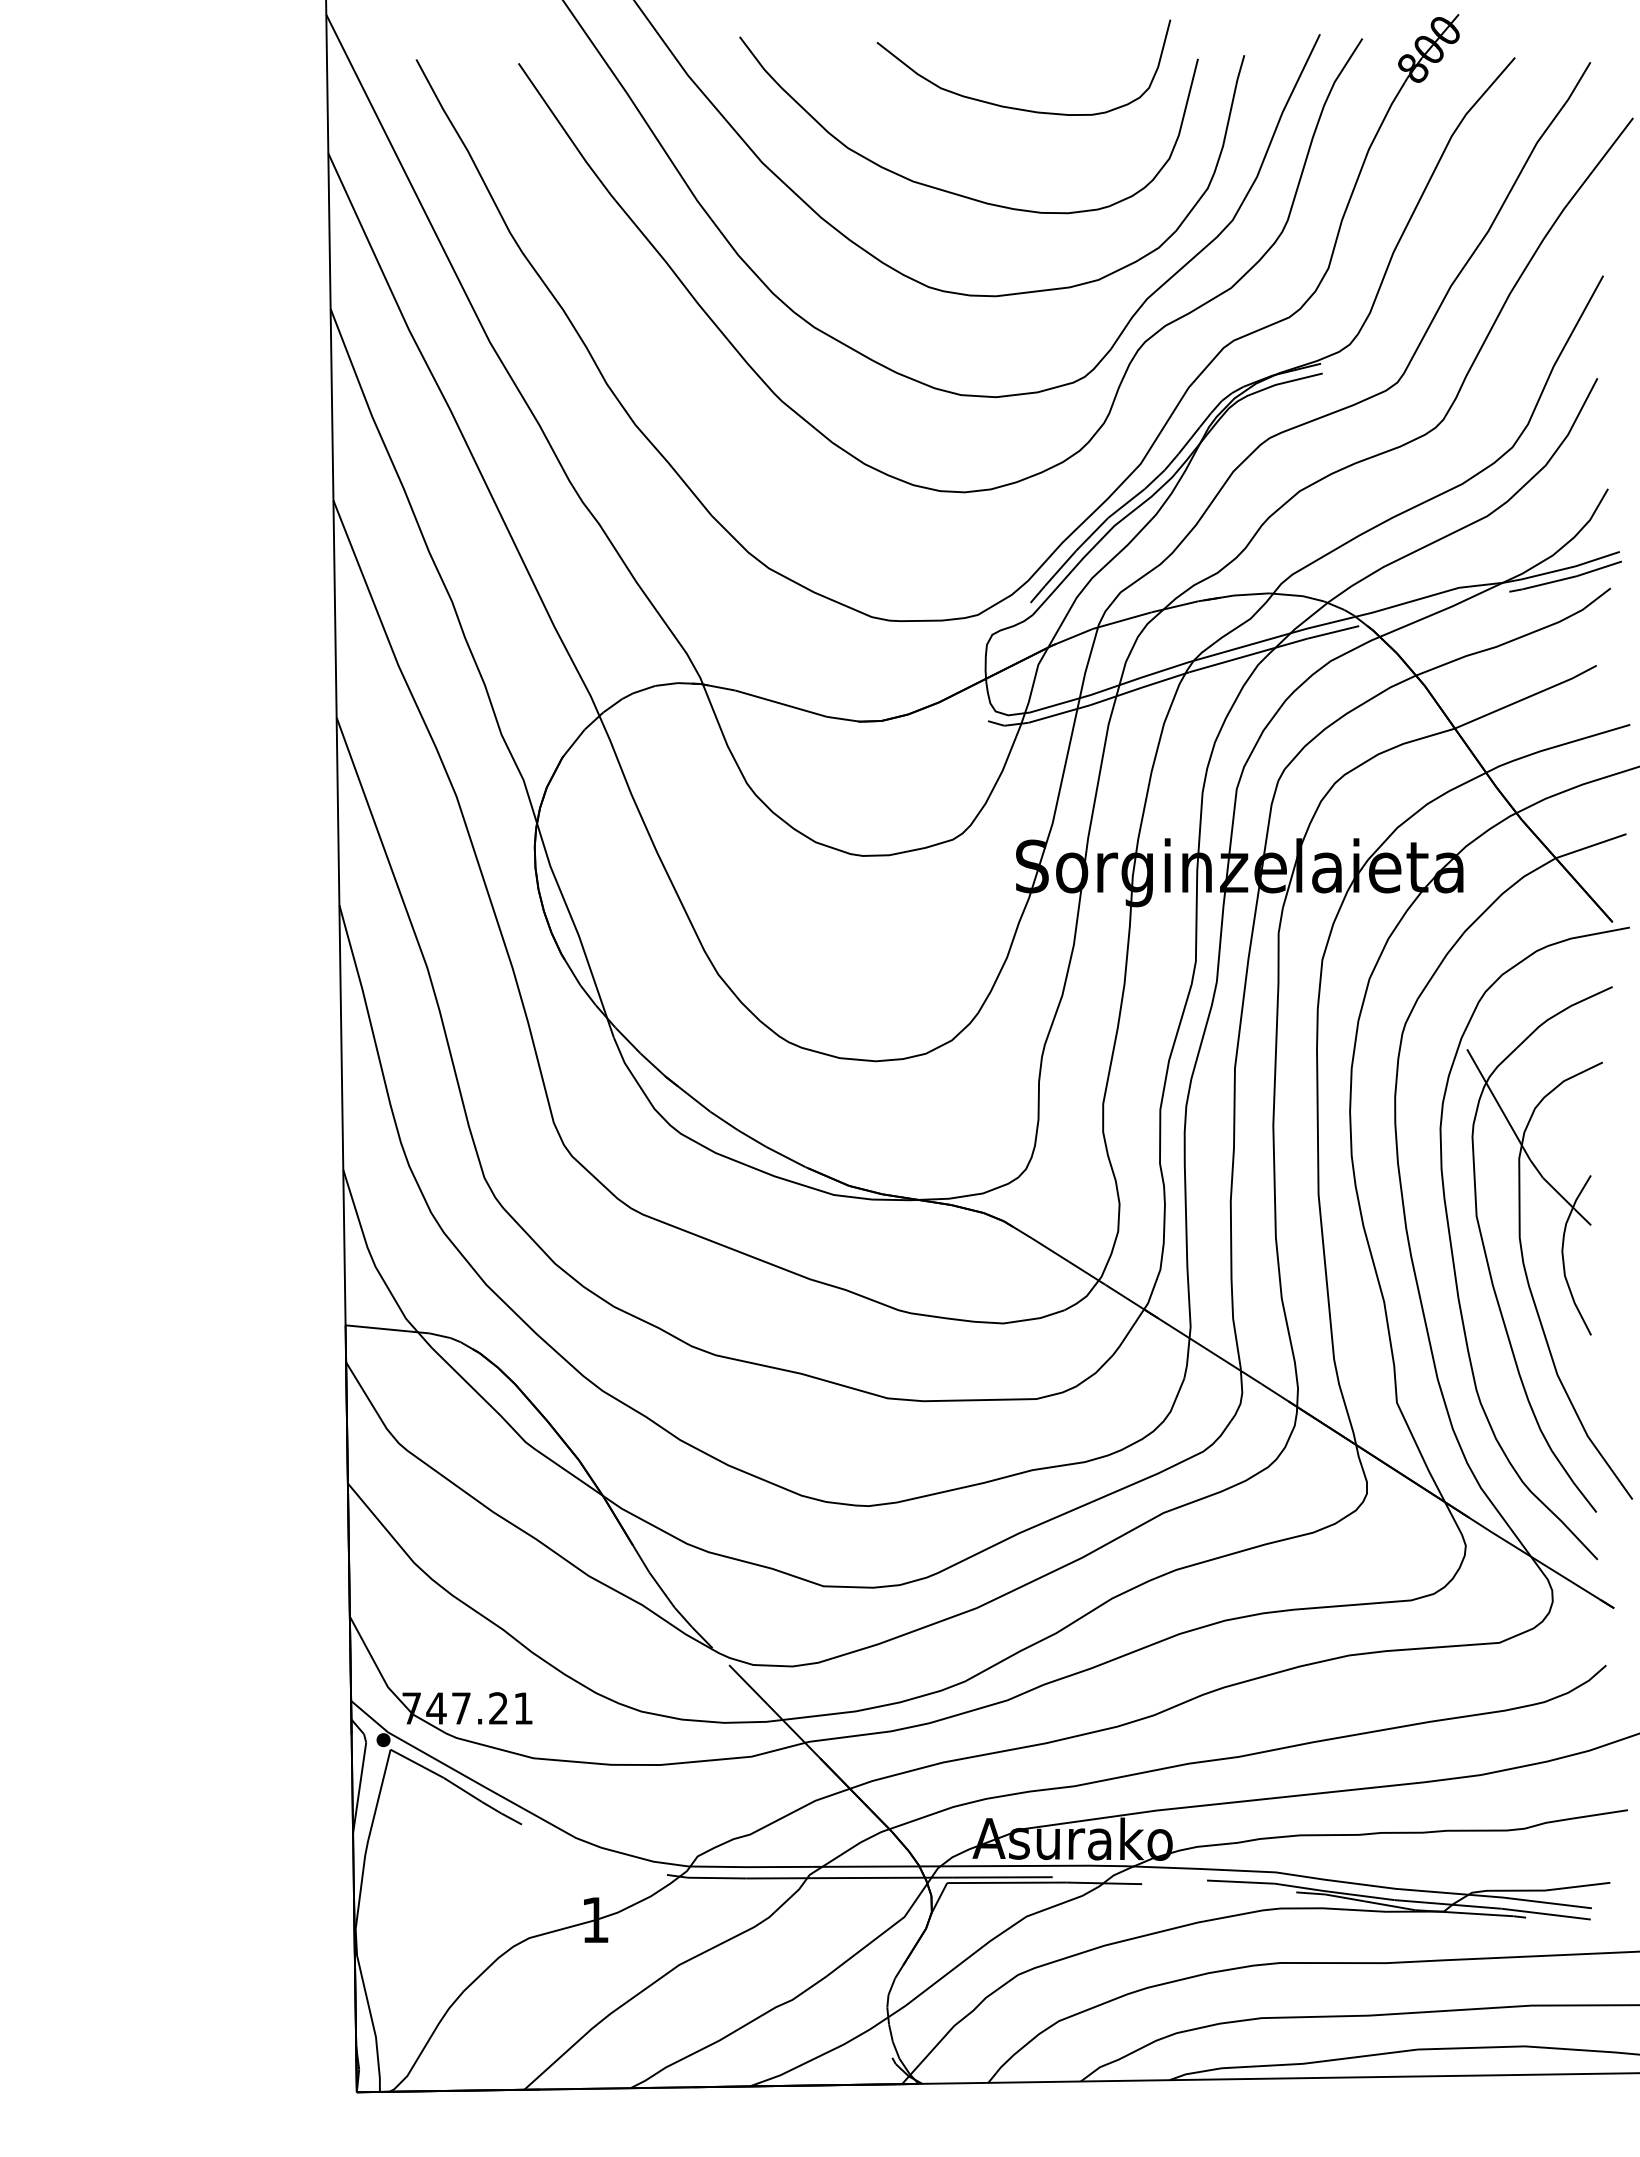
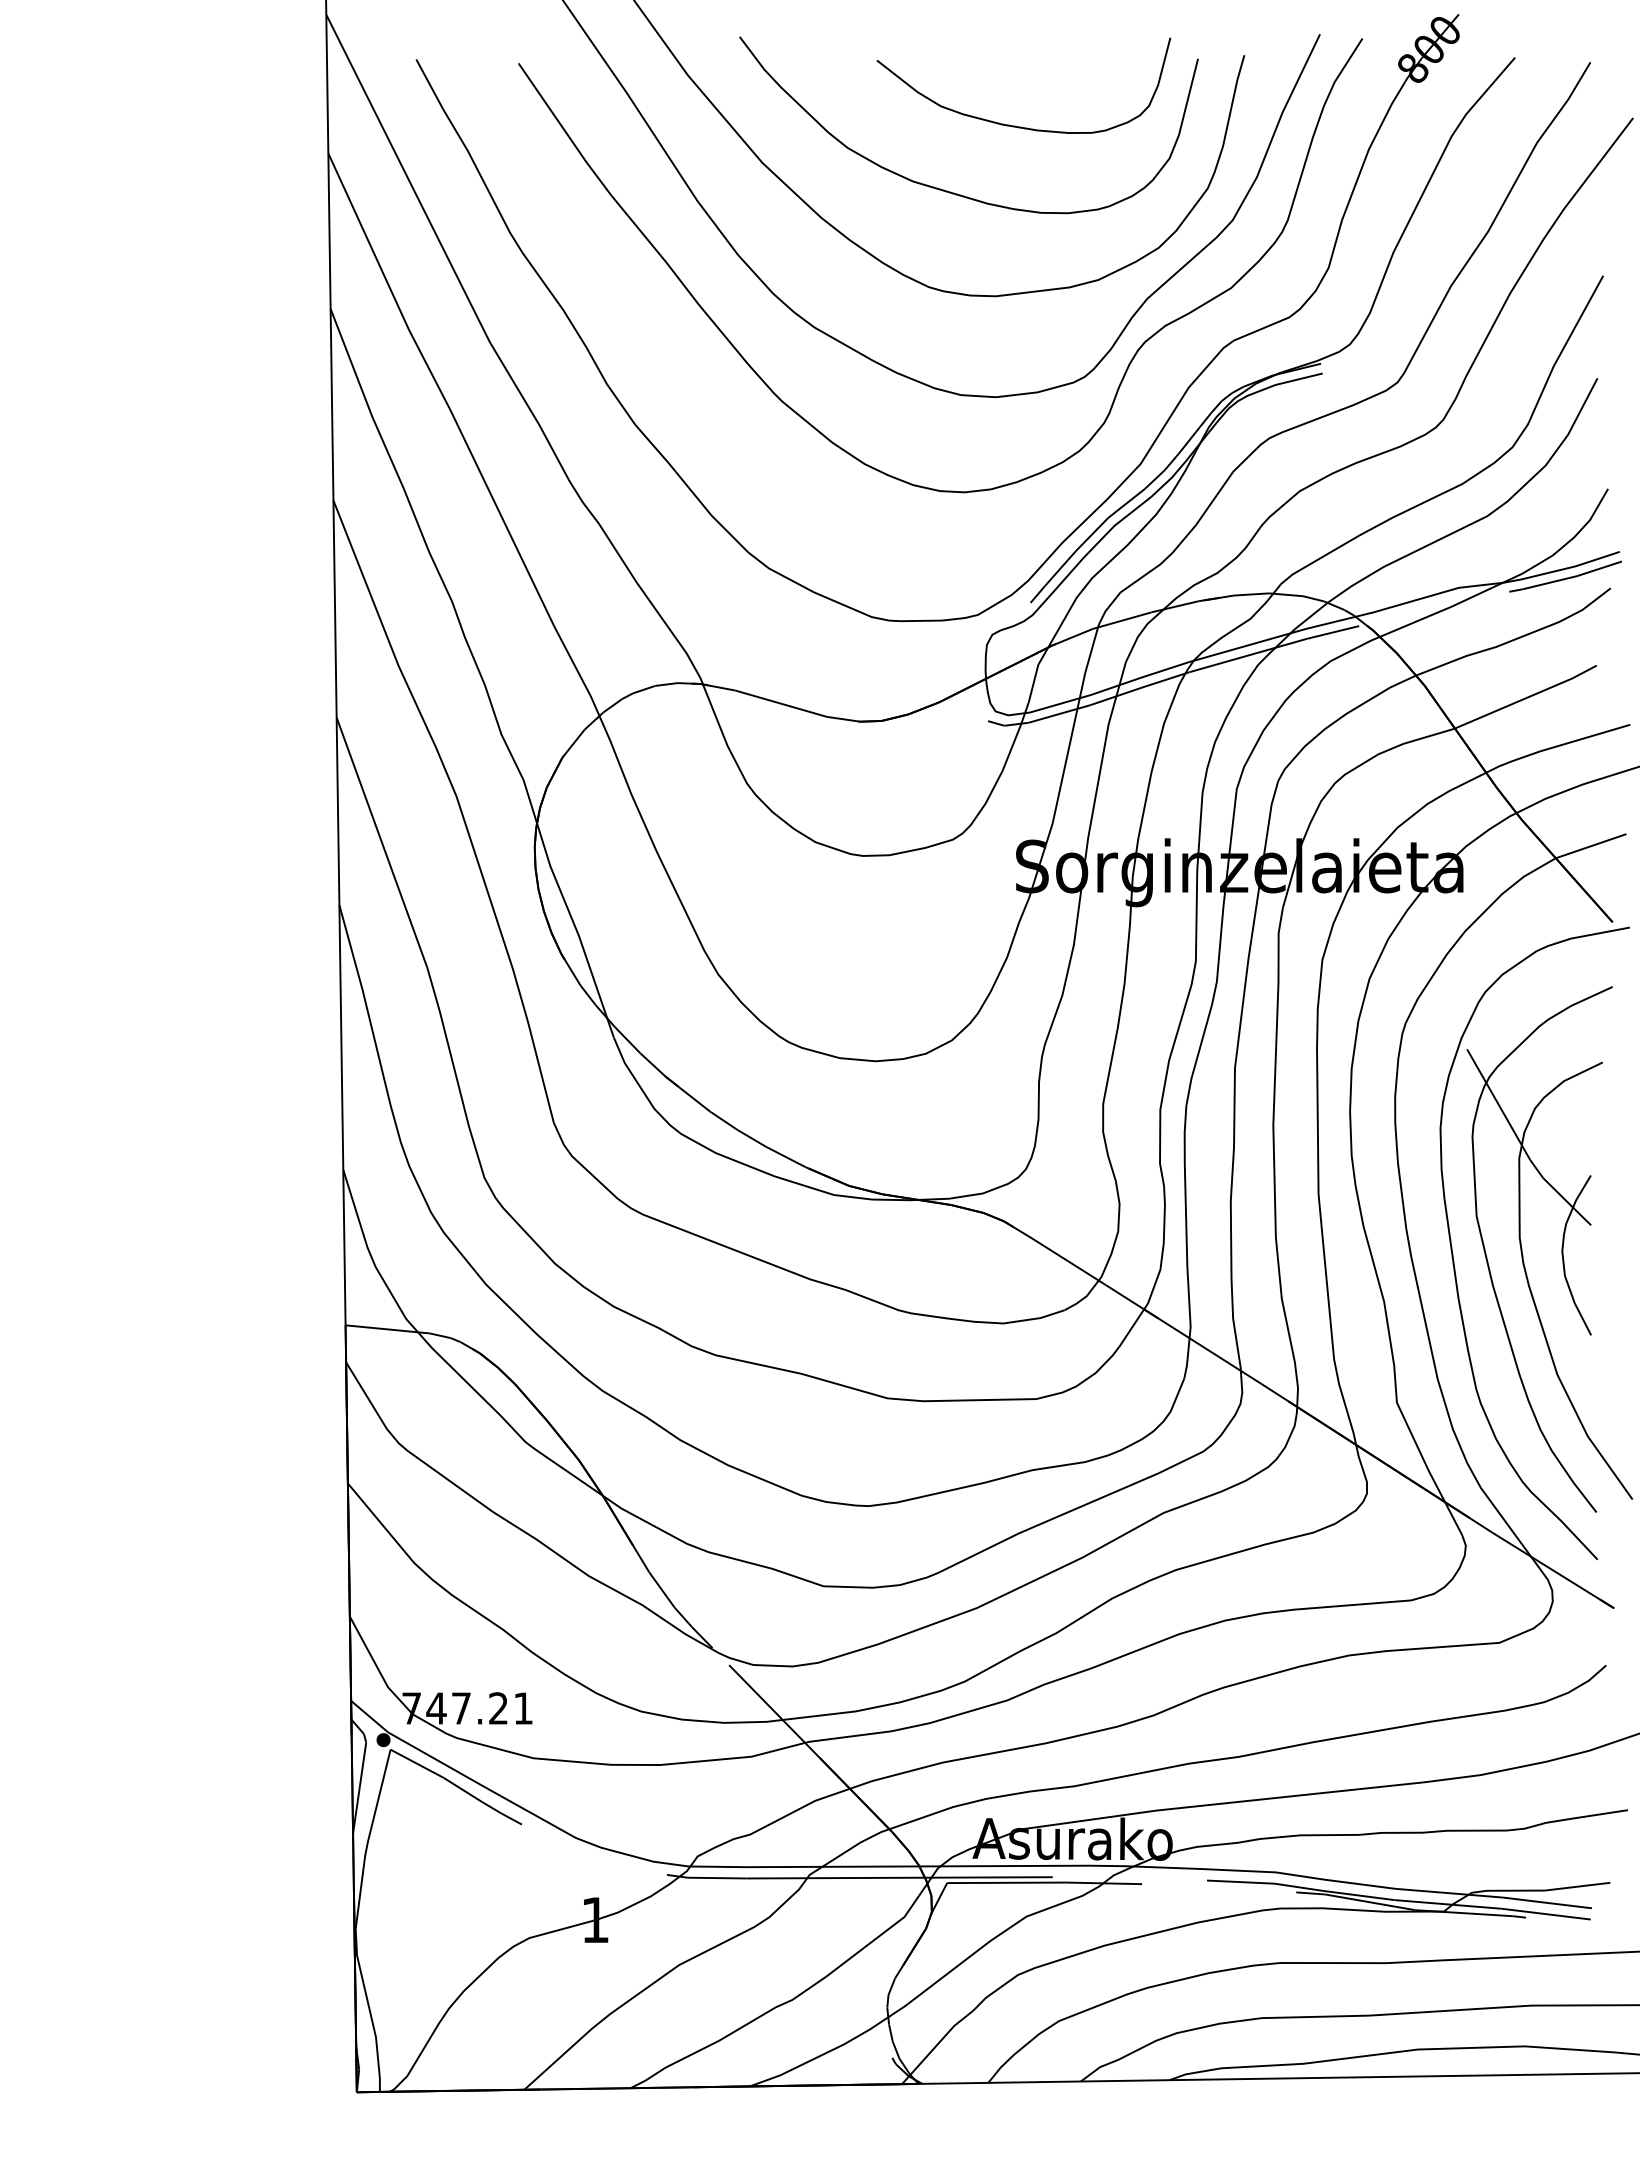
curve at (1015, 107) position: (1015, 107) -> (1015, 125)
